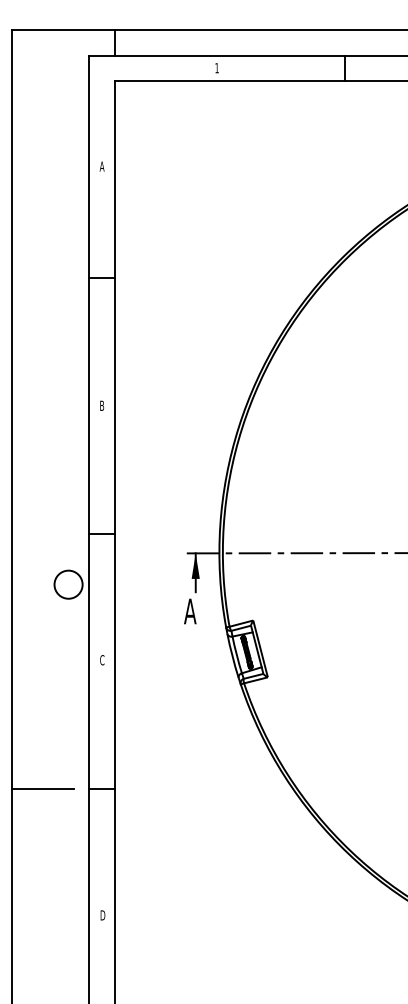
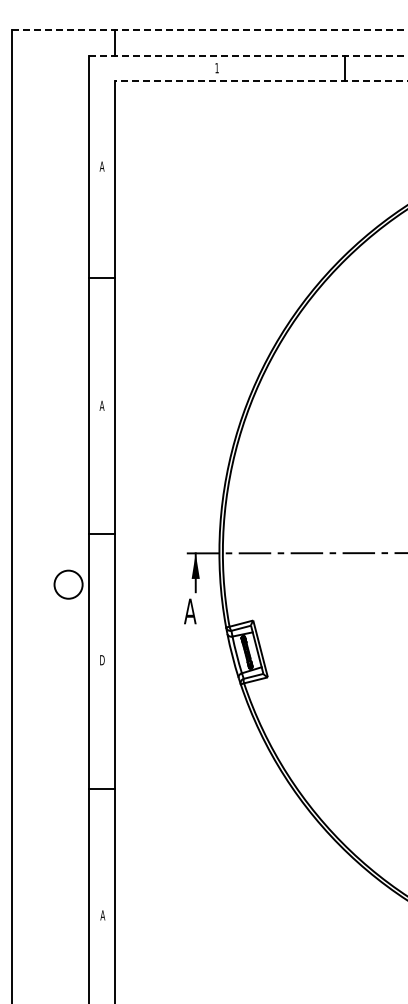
line at (210, 30): solid -> dashed
line at (249, 55): solid -> dashed
line at (260, 81): solid -> dashed
text at (101, 405): B -> A
text at (102, 660): C -> D
line at (42, 789): present -> none
text at (102, 915): D -> A
